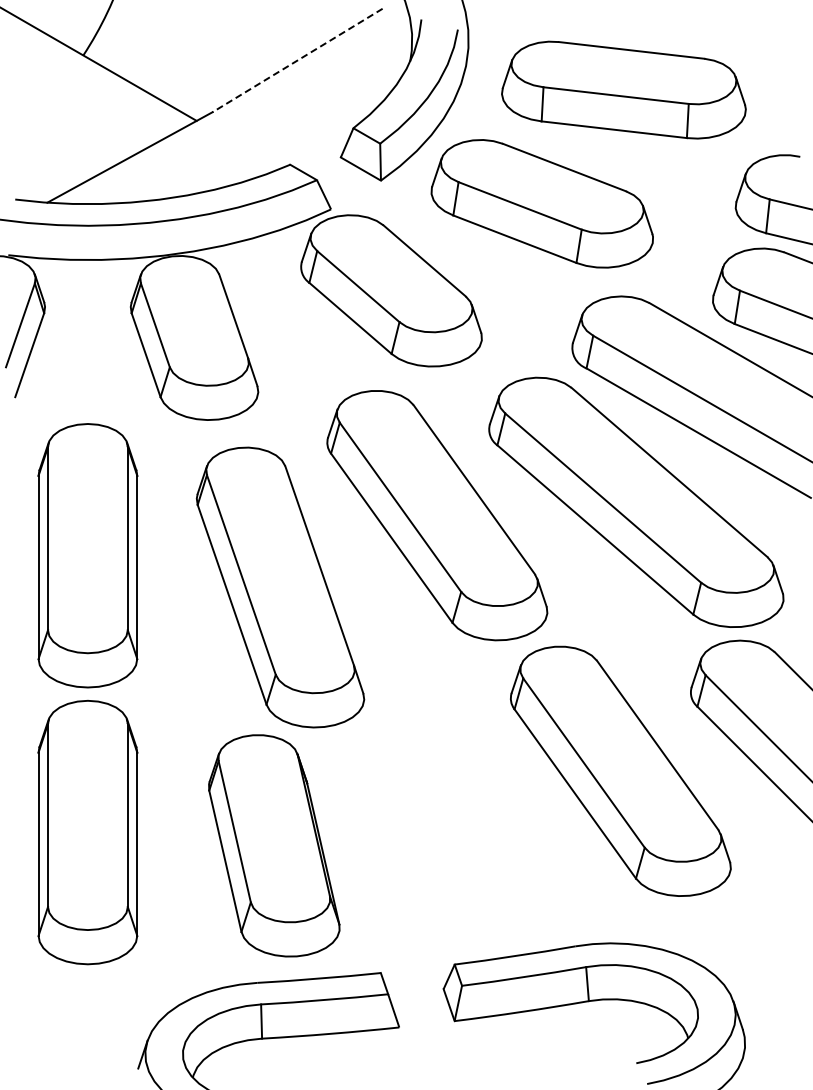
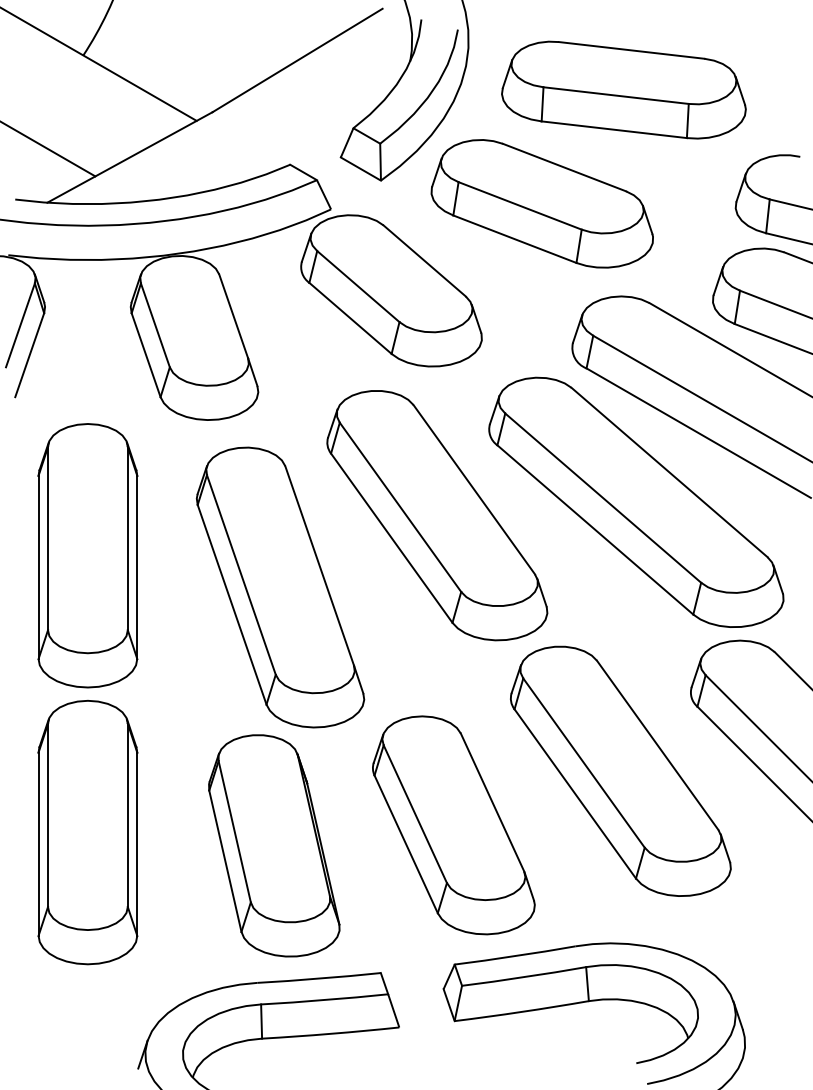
line at (297, 60): dashed -> solid
line at (48, 149): none -> present
part at (453, 825): none -> present
